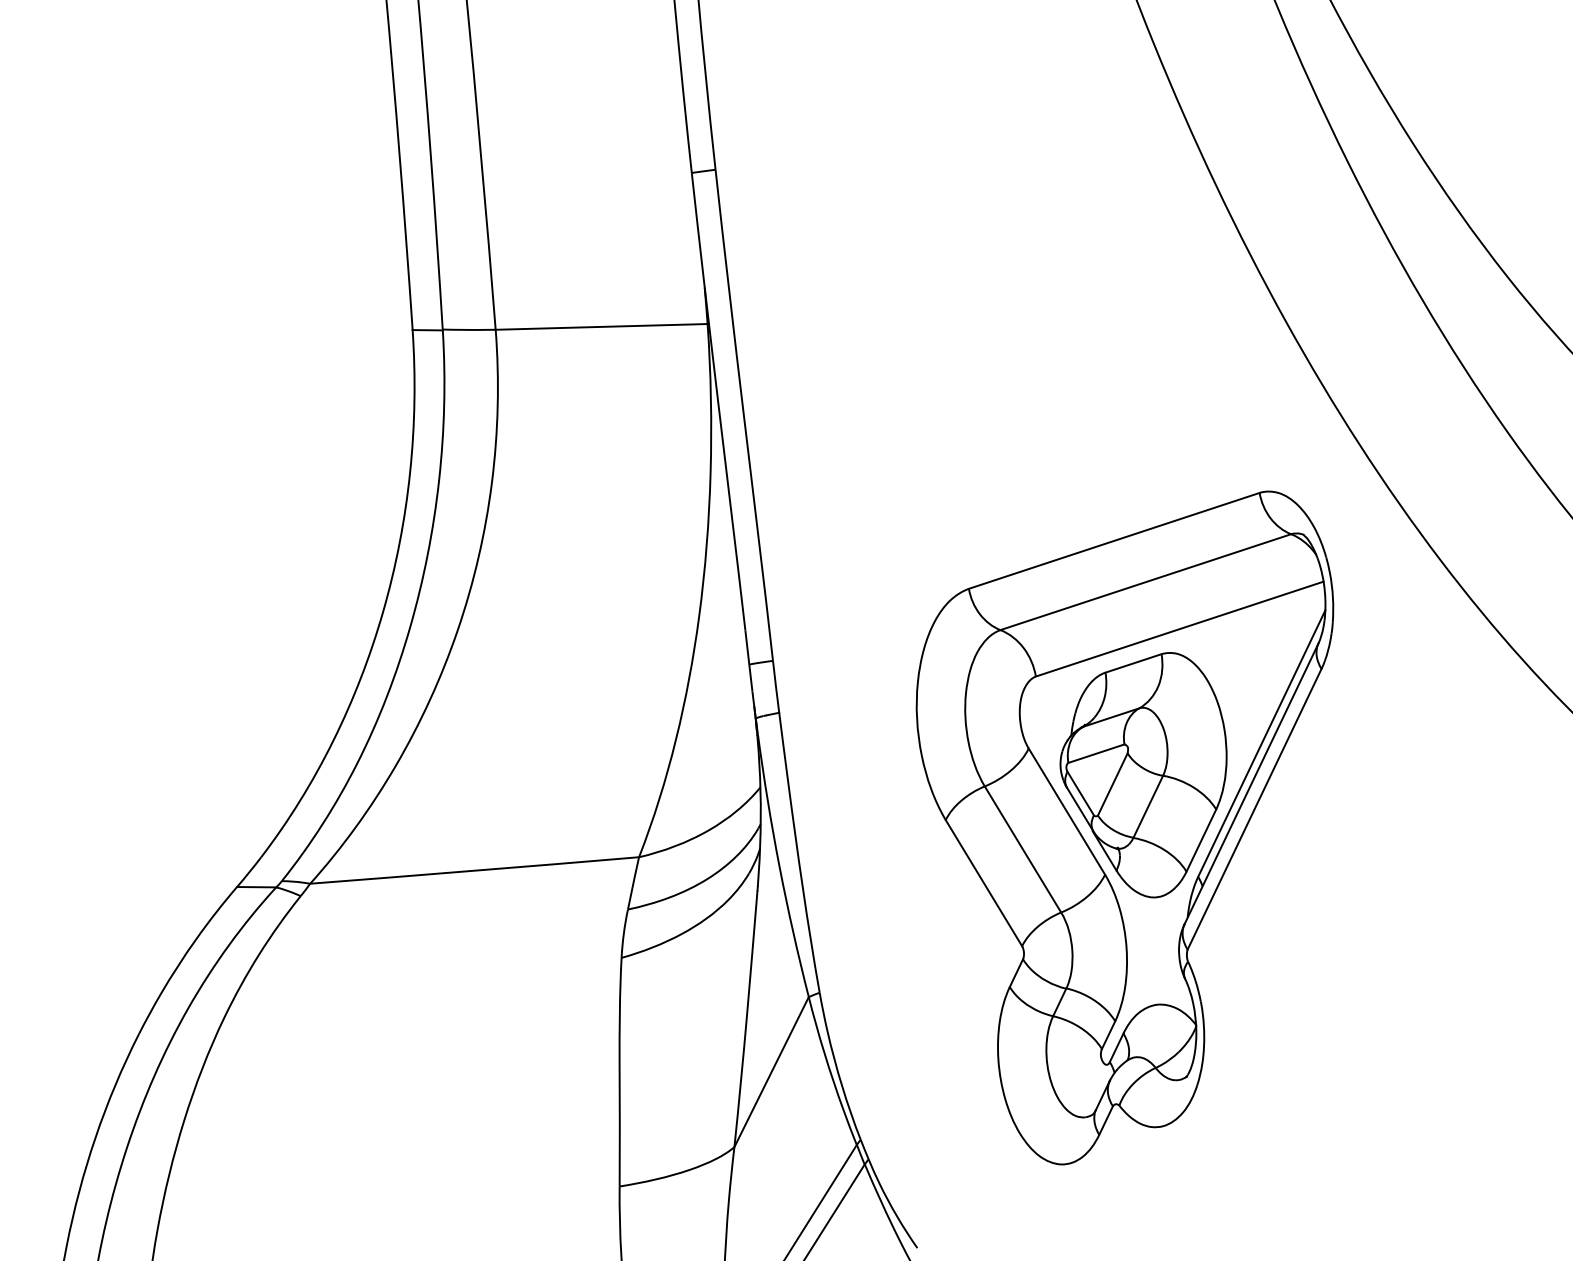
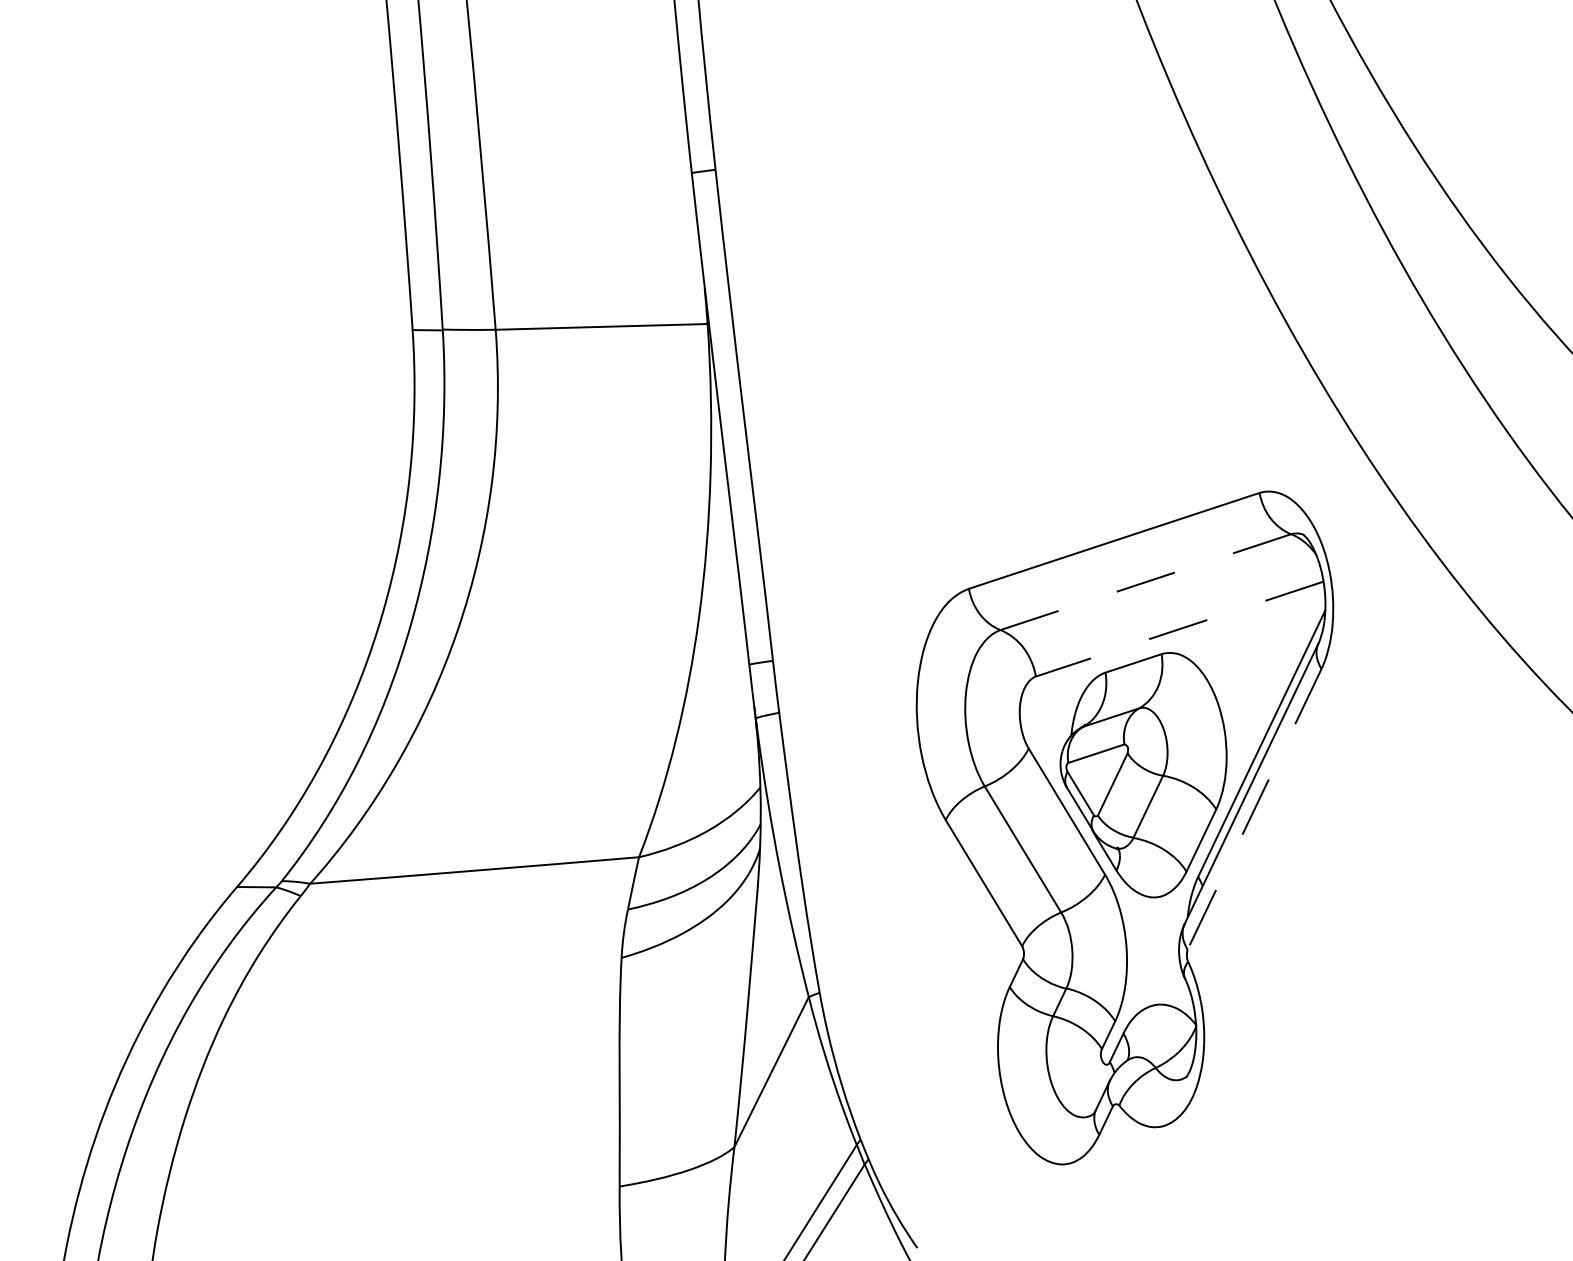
line at (1146, 582): solid -> dashed
line at (1179, 629): solid -> dashed
line at (1254, 809): solid -> dashed
